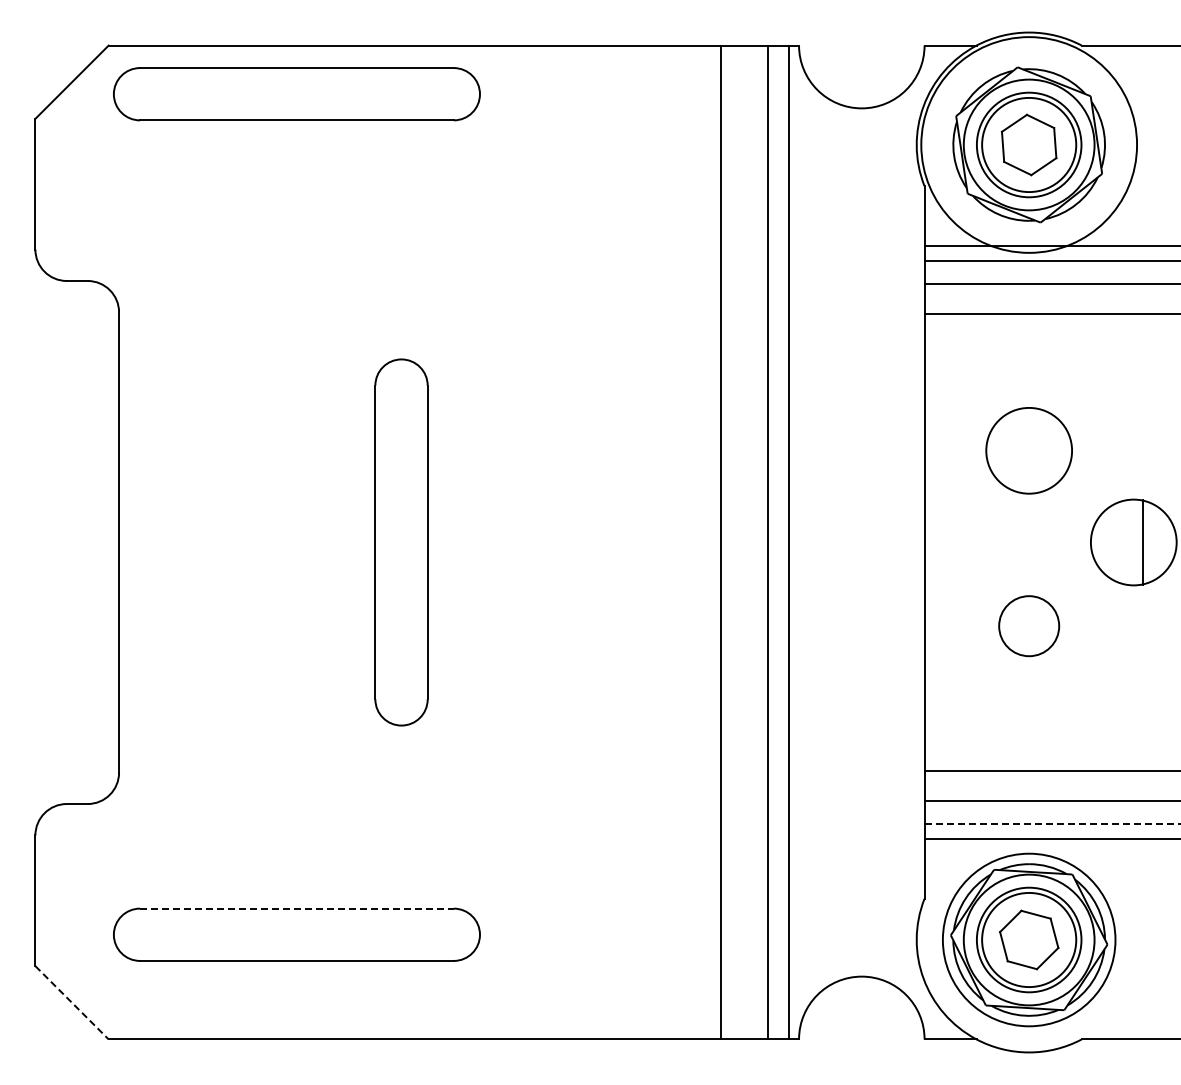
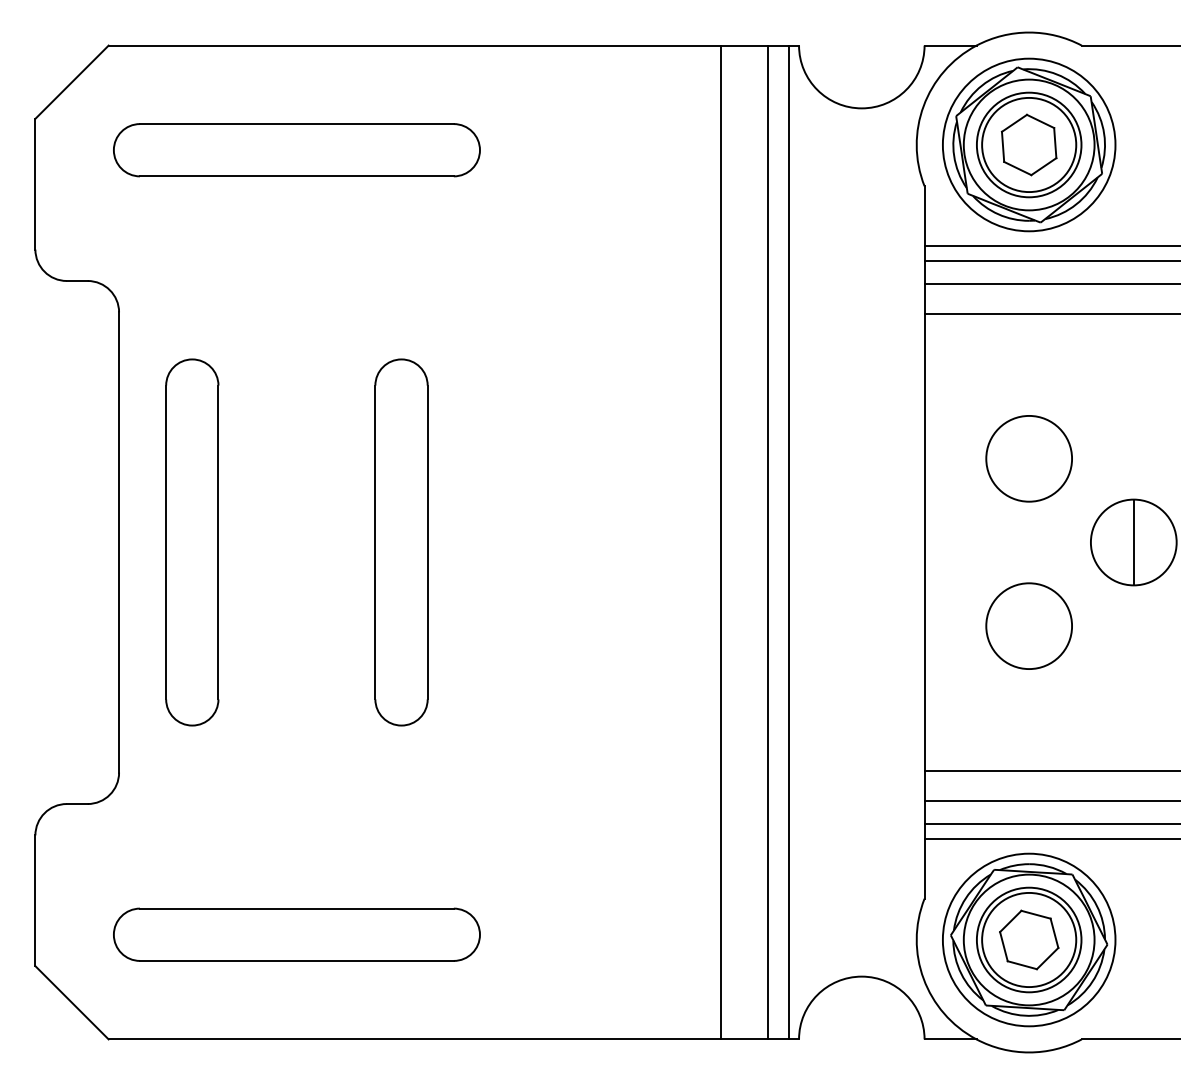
part at (296, 94) position: (296, 94) -> (296, 150)
circle at (1029, 144) diameter: 216 px -> 173 px
circle at (1028, 450) position: (1028, 450) -> (1028, 458)
part at (192, 542): none -> present
line at (1142, 542) position: (1142, 542) -> (1133, 542)
circle at (1029, 626) diameter: 60 px -> 86 px
line at (1053, 824): dashed -> solid
line at (296, 908): dashed -> solid
line at (72, 1002): dashed -> solid
